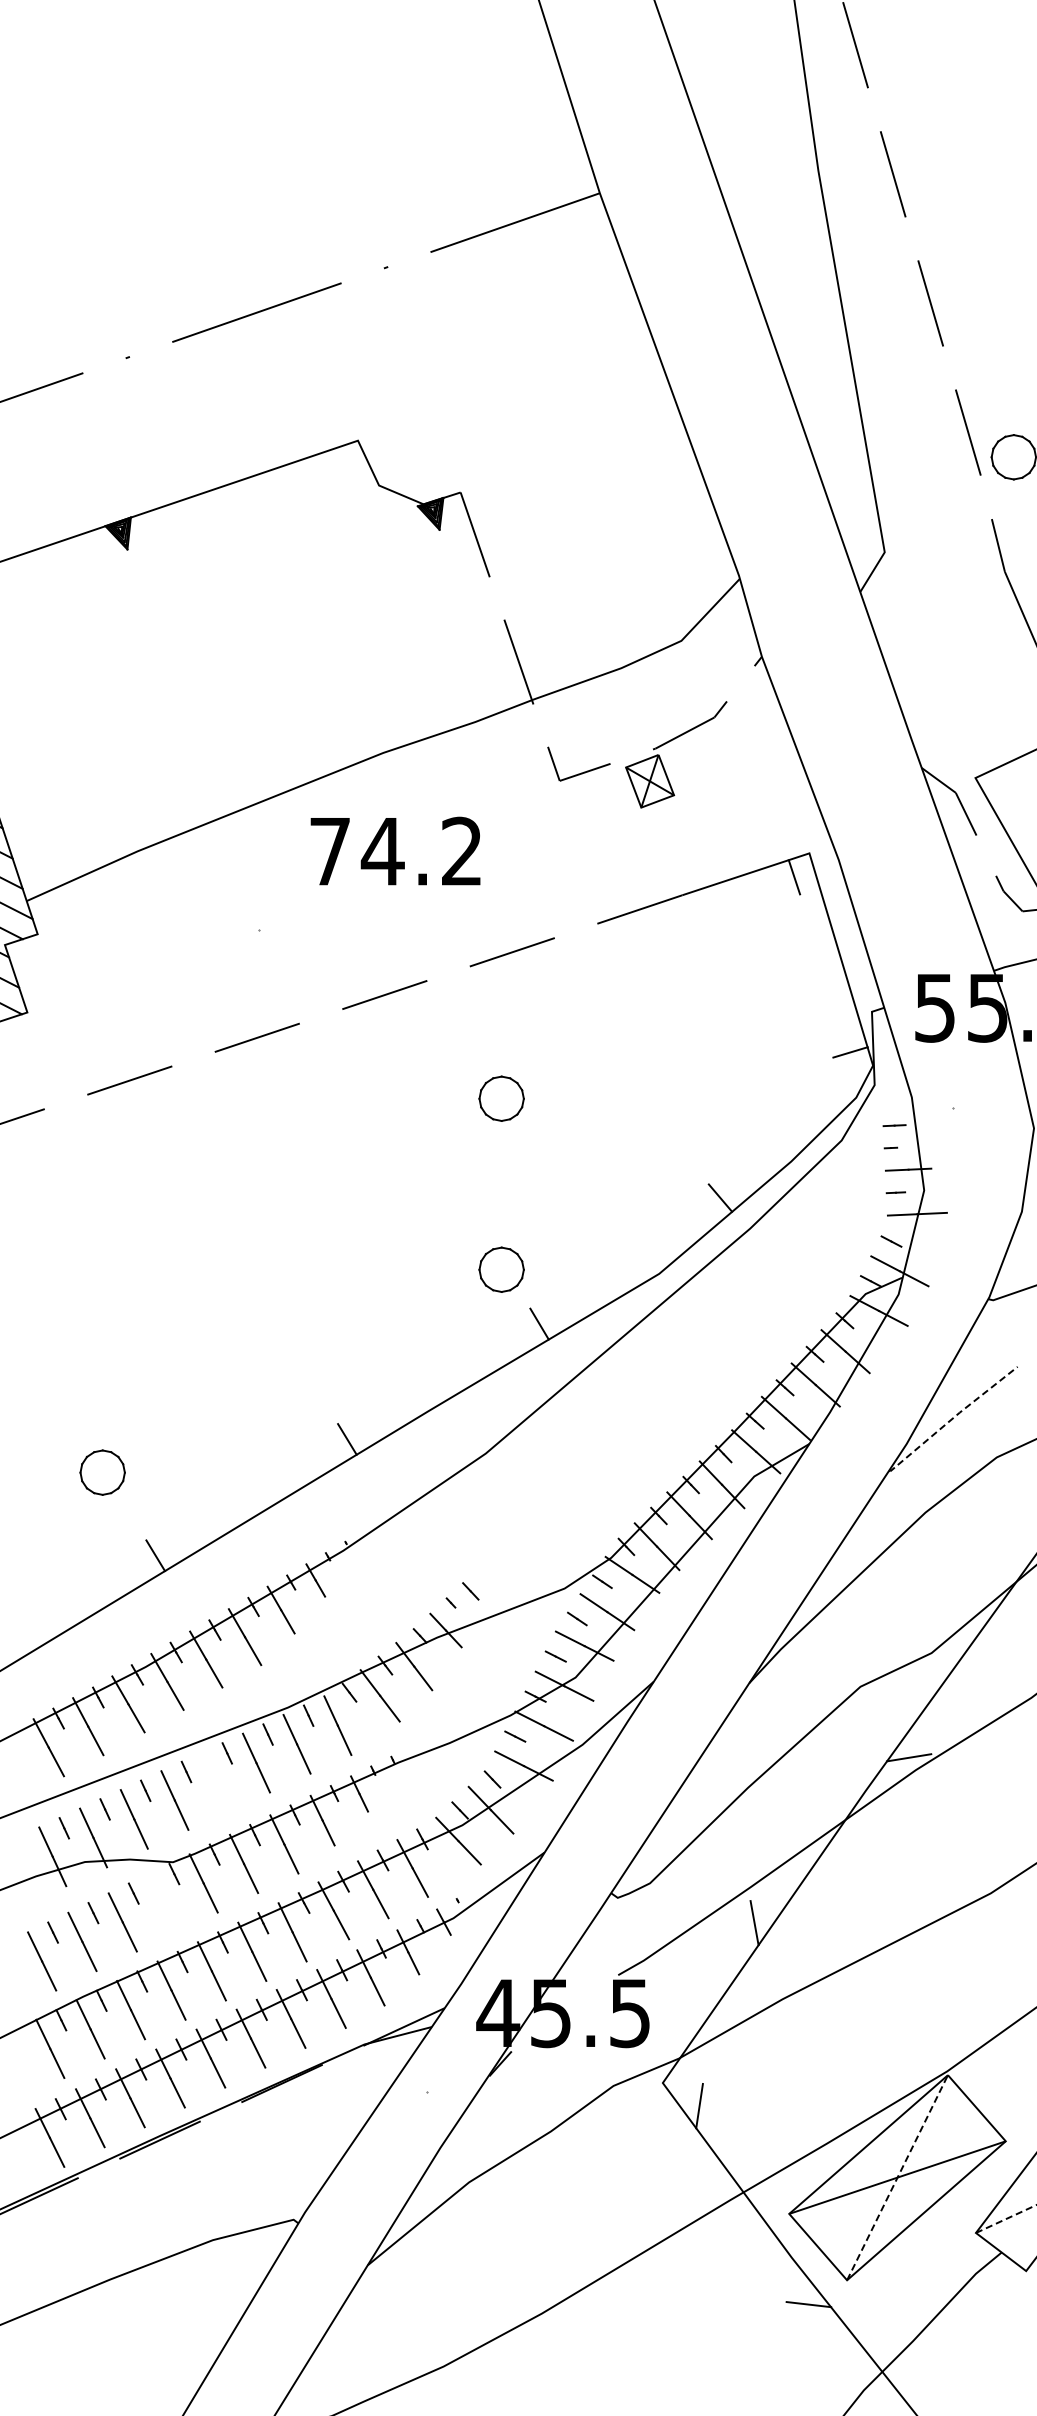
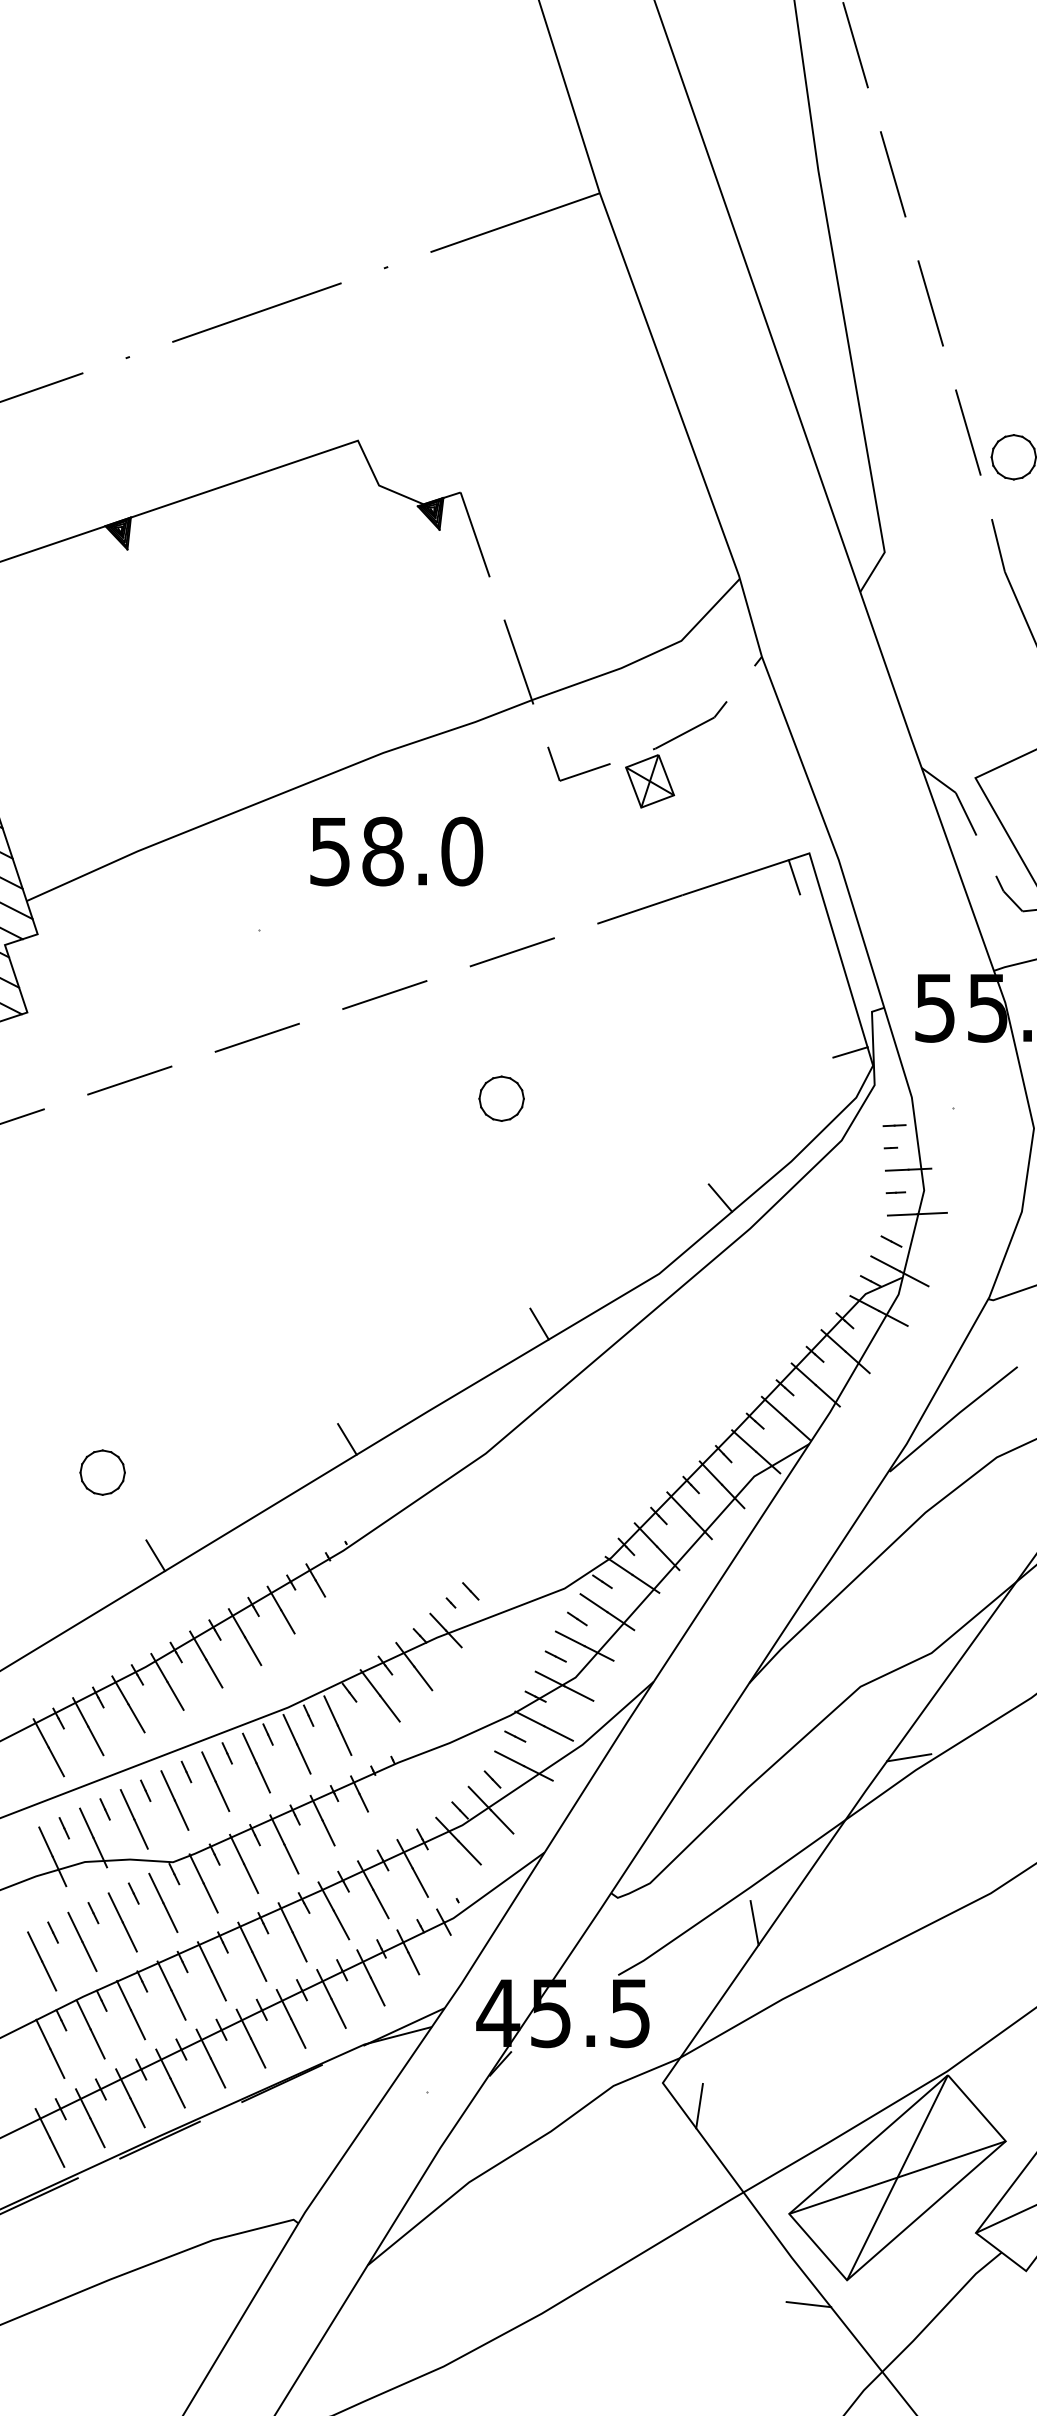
text at (396, 851): 74.2 -> 58.0
part at (501, 1269): present -> none
line at (952, 1418): dashed -> solid
line at (215, 1781): none -> present
line at (163, 1902): none -> present
line at (897, 2177): dashed -> solid
line at (1006, 2218): dashed -> solid
